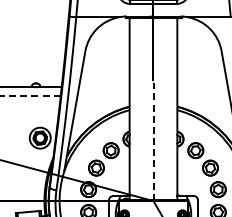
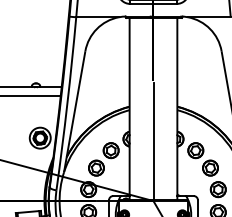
line at (30, 95): dashed -> solid
line at (153, 141): dashed -> solid
